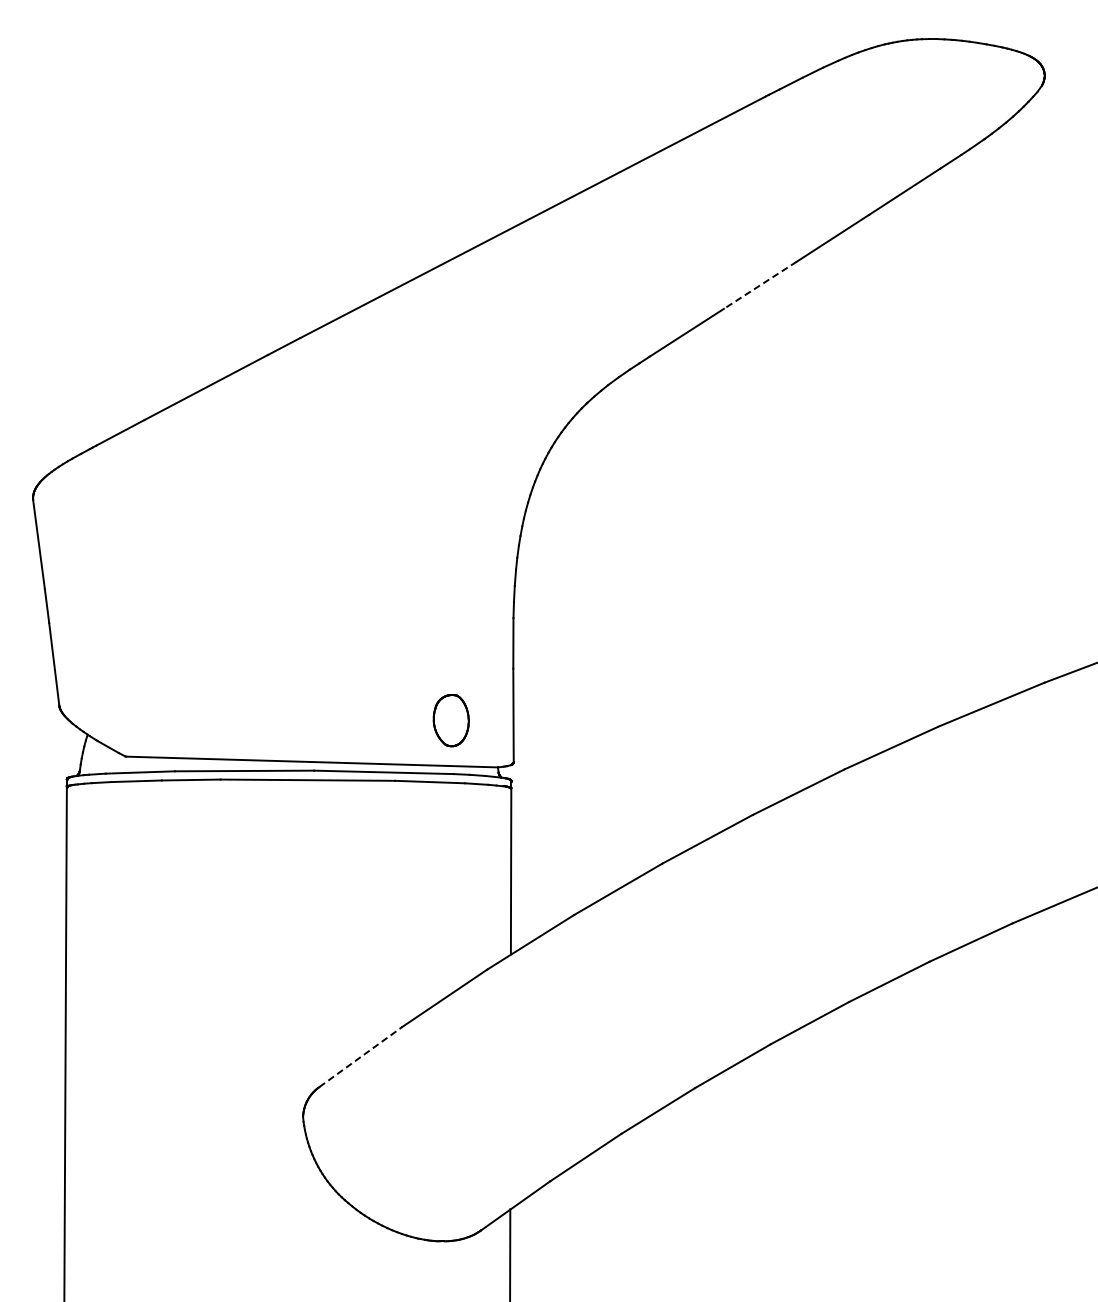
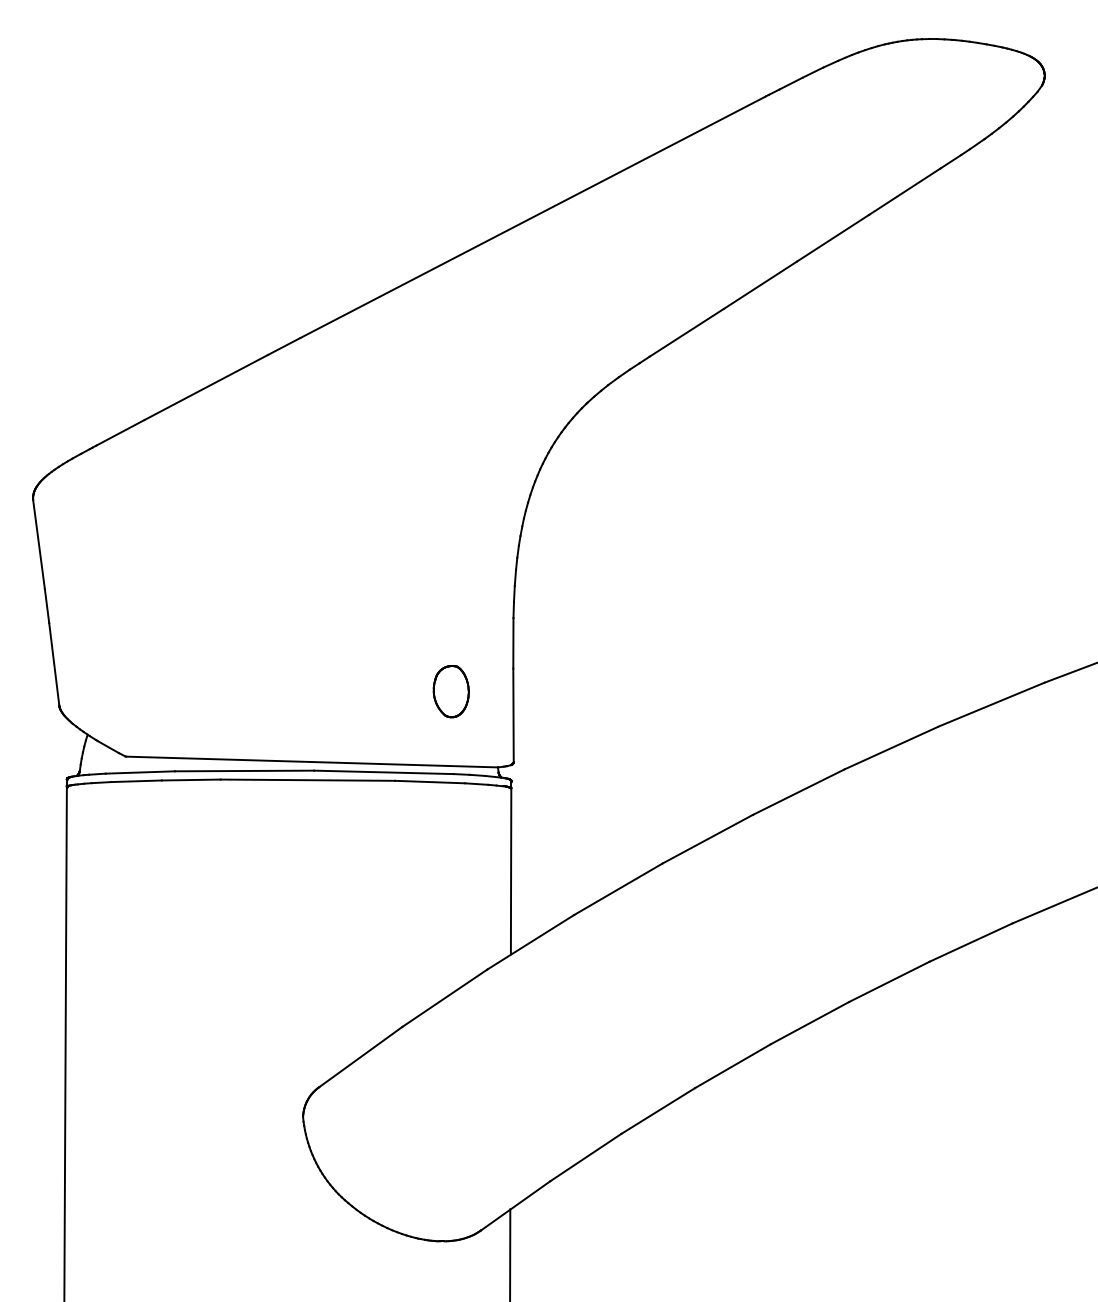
line at (759, 285): dashed -> solid
part at (450, 720) position: (450, 720) -> (450, 691)
line at (361, 1056): dashed -> solid
